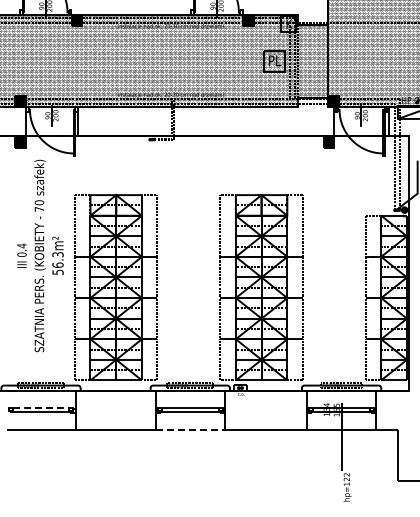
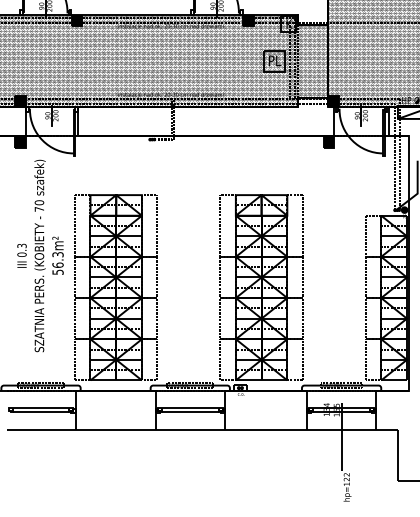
text at (21, 246): 0.4 -> 0.3
line at (41, 407): dashed -> solid
line at (190, 429): dashed -> solid
